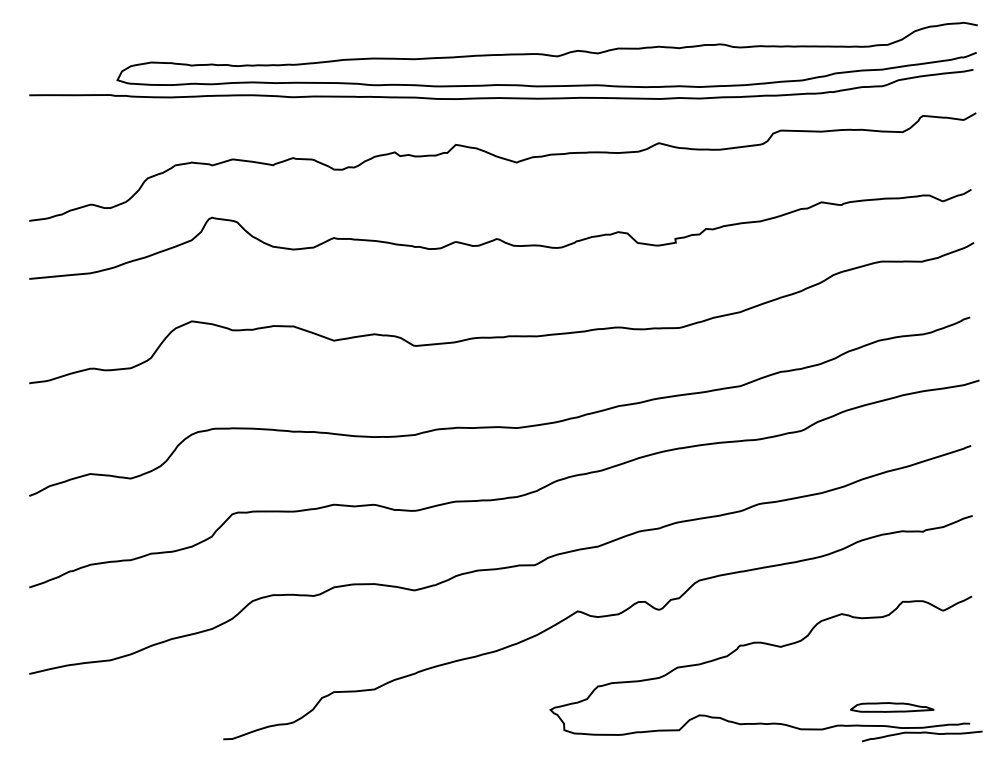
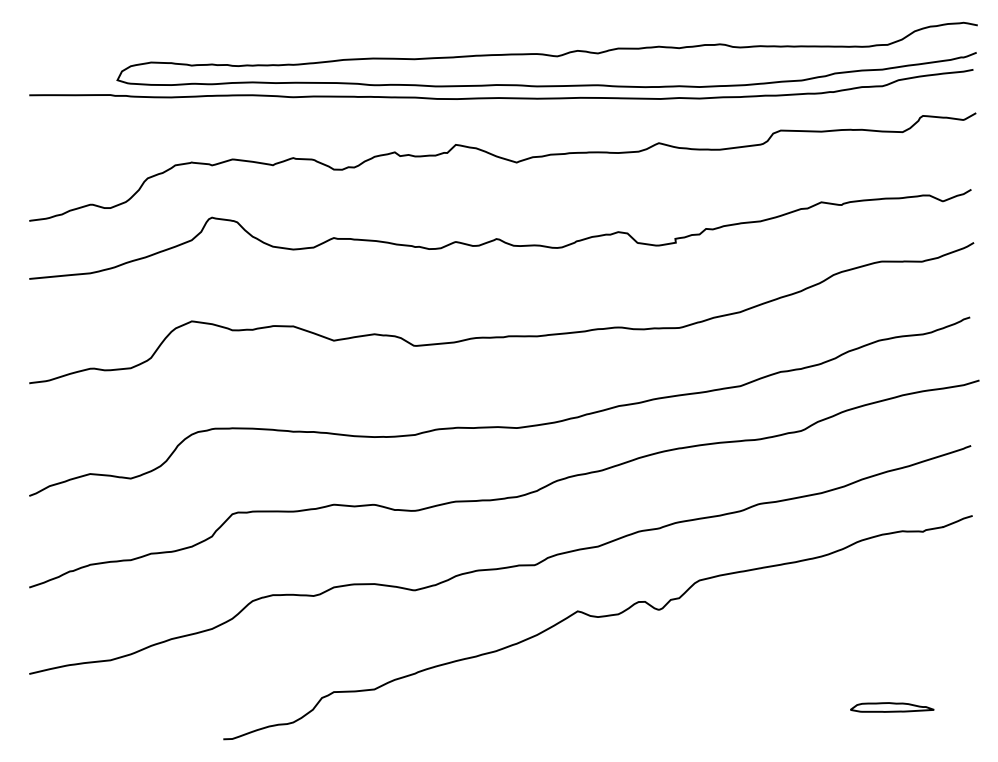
part at (768, 645): present -> none
